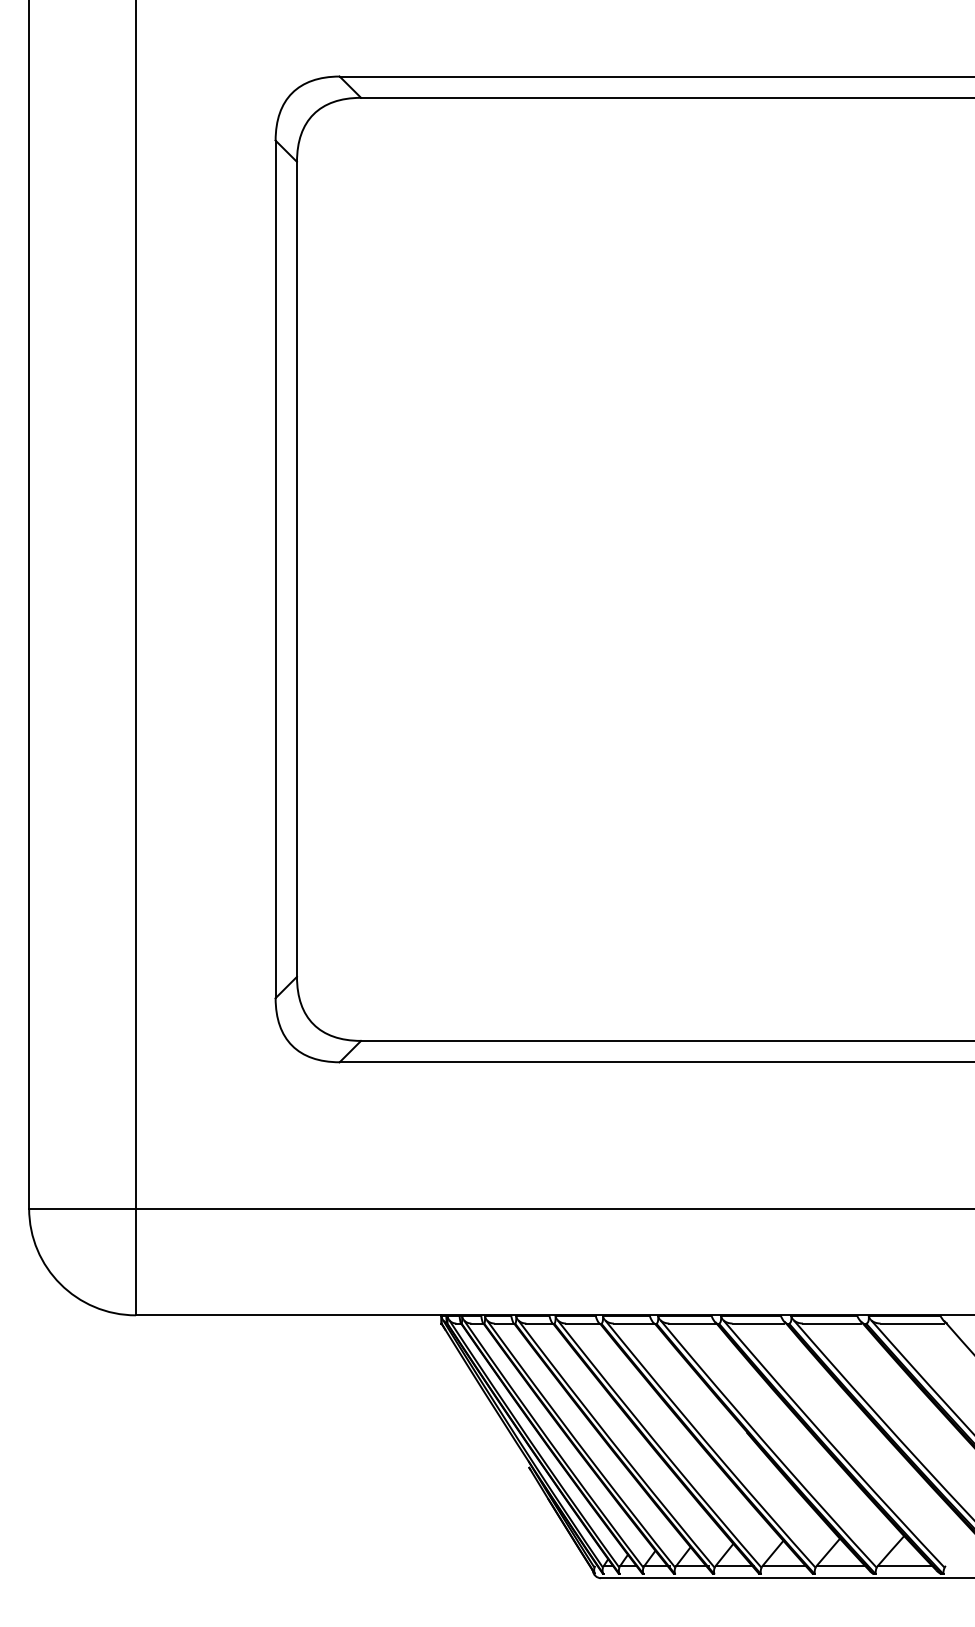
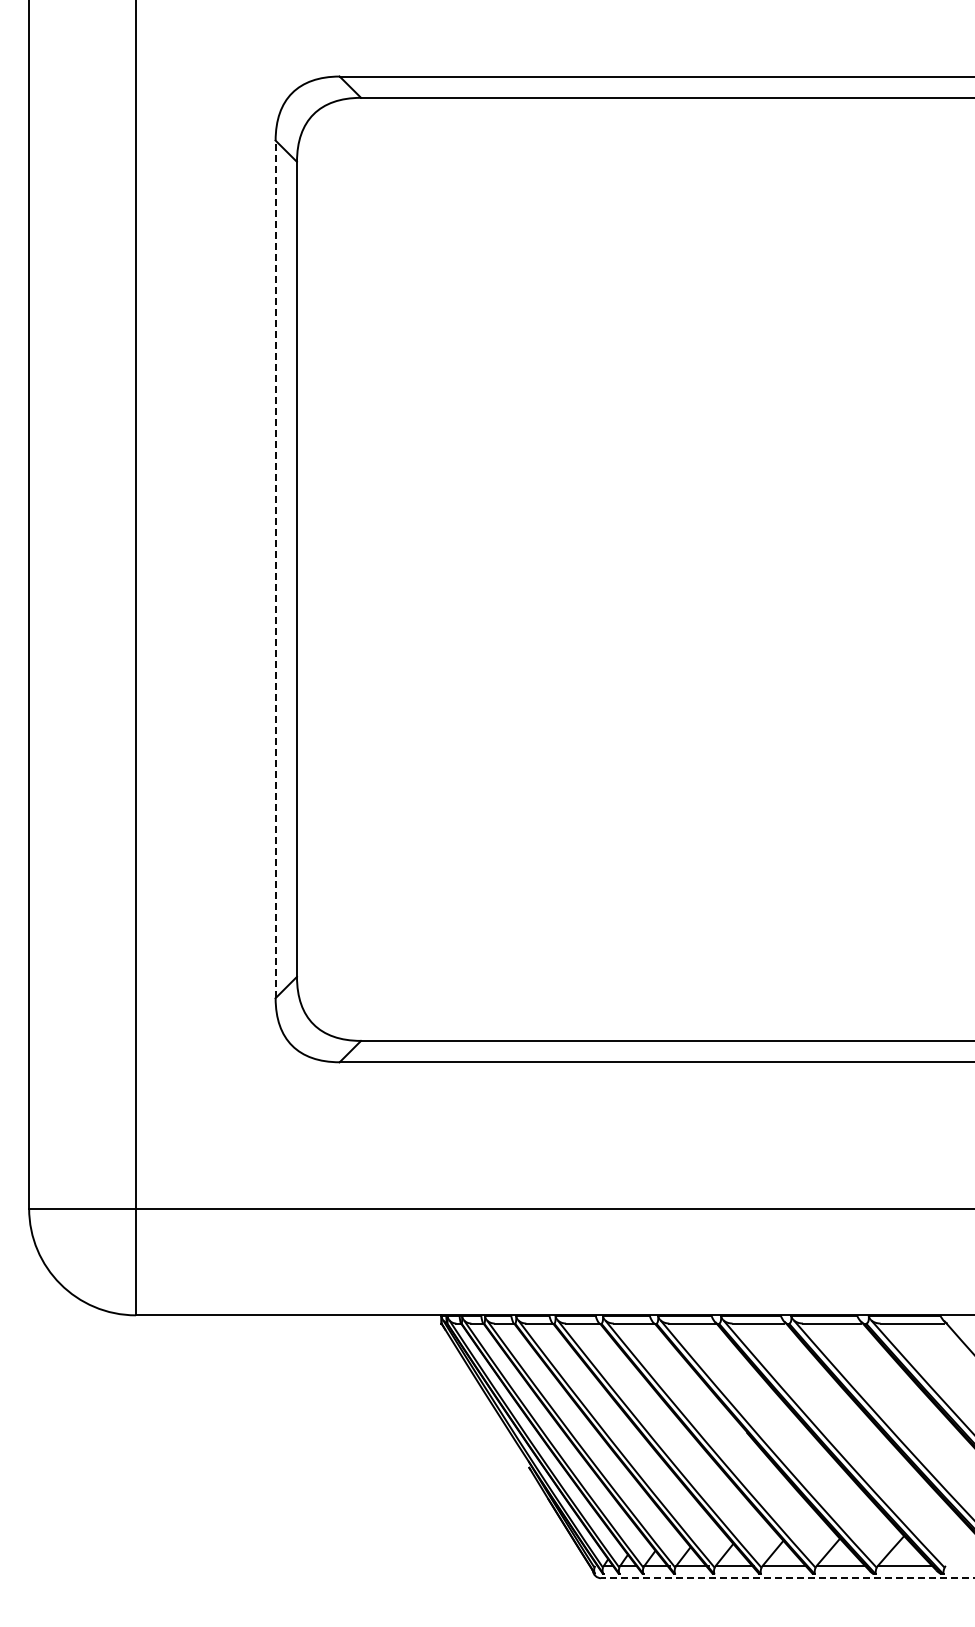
line at (275, 569): solid -> dashed
line at (787, 1578): solid -> dashed
